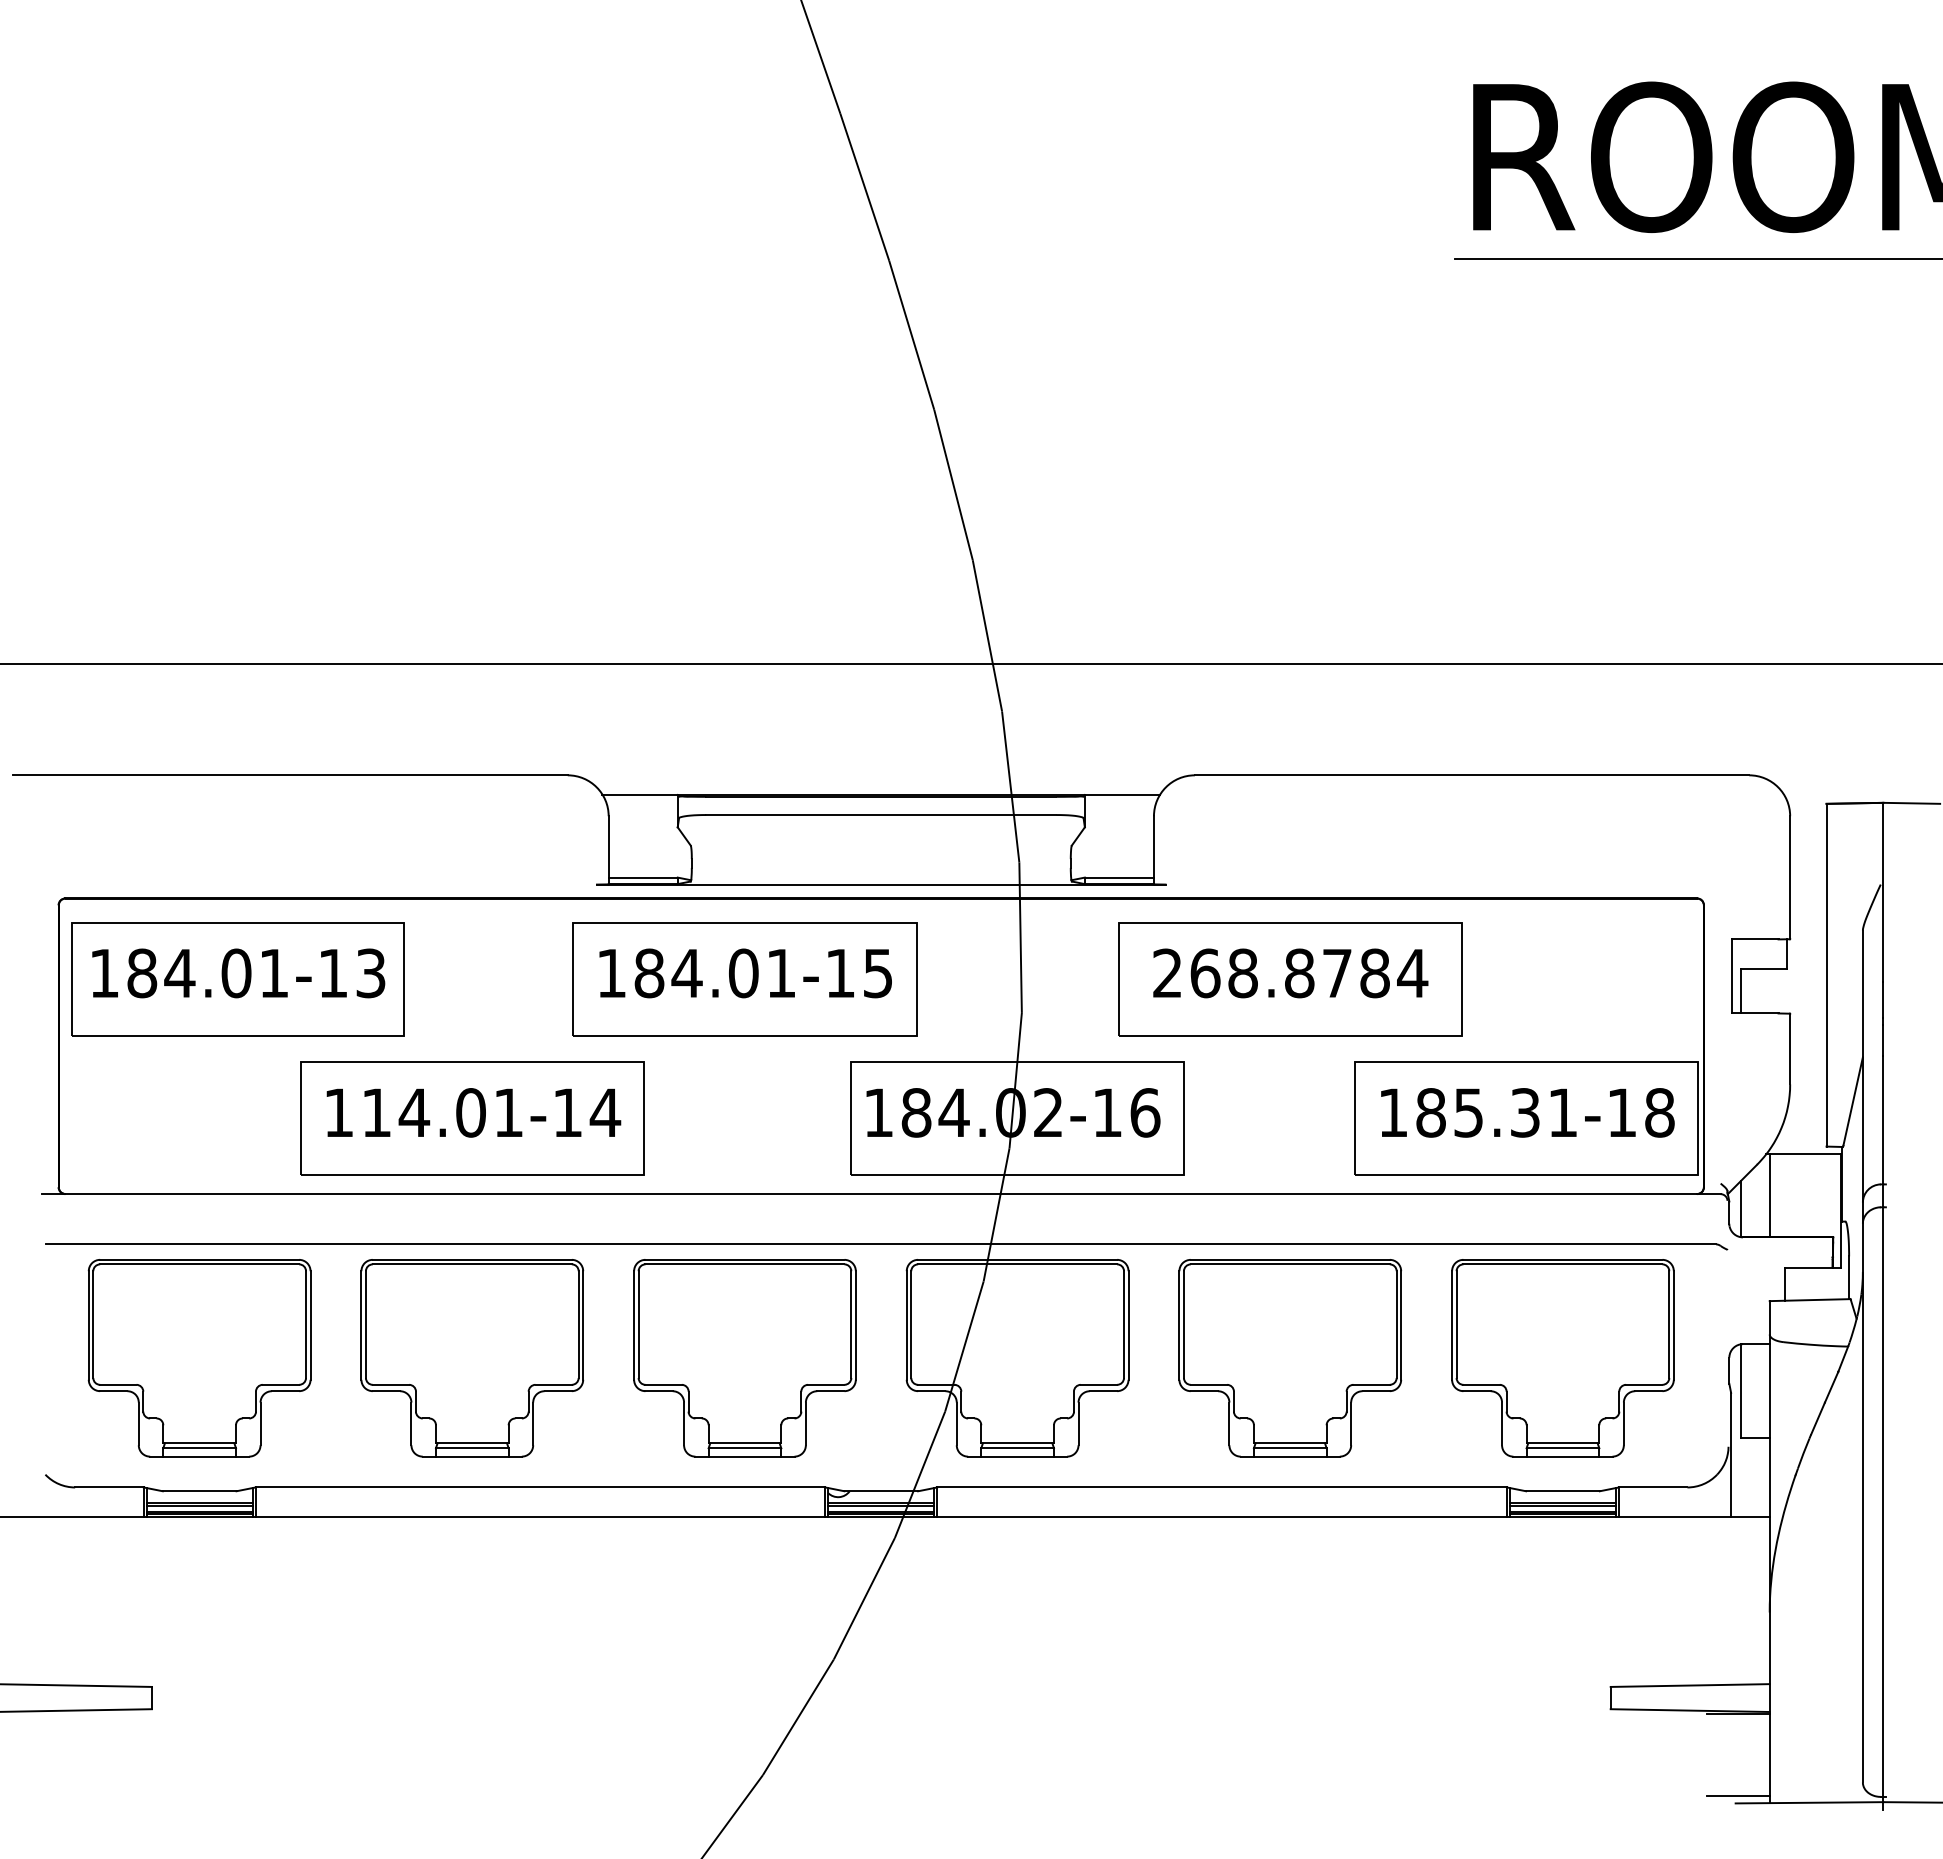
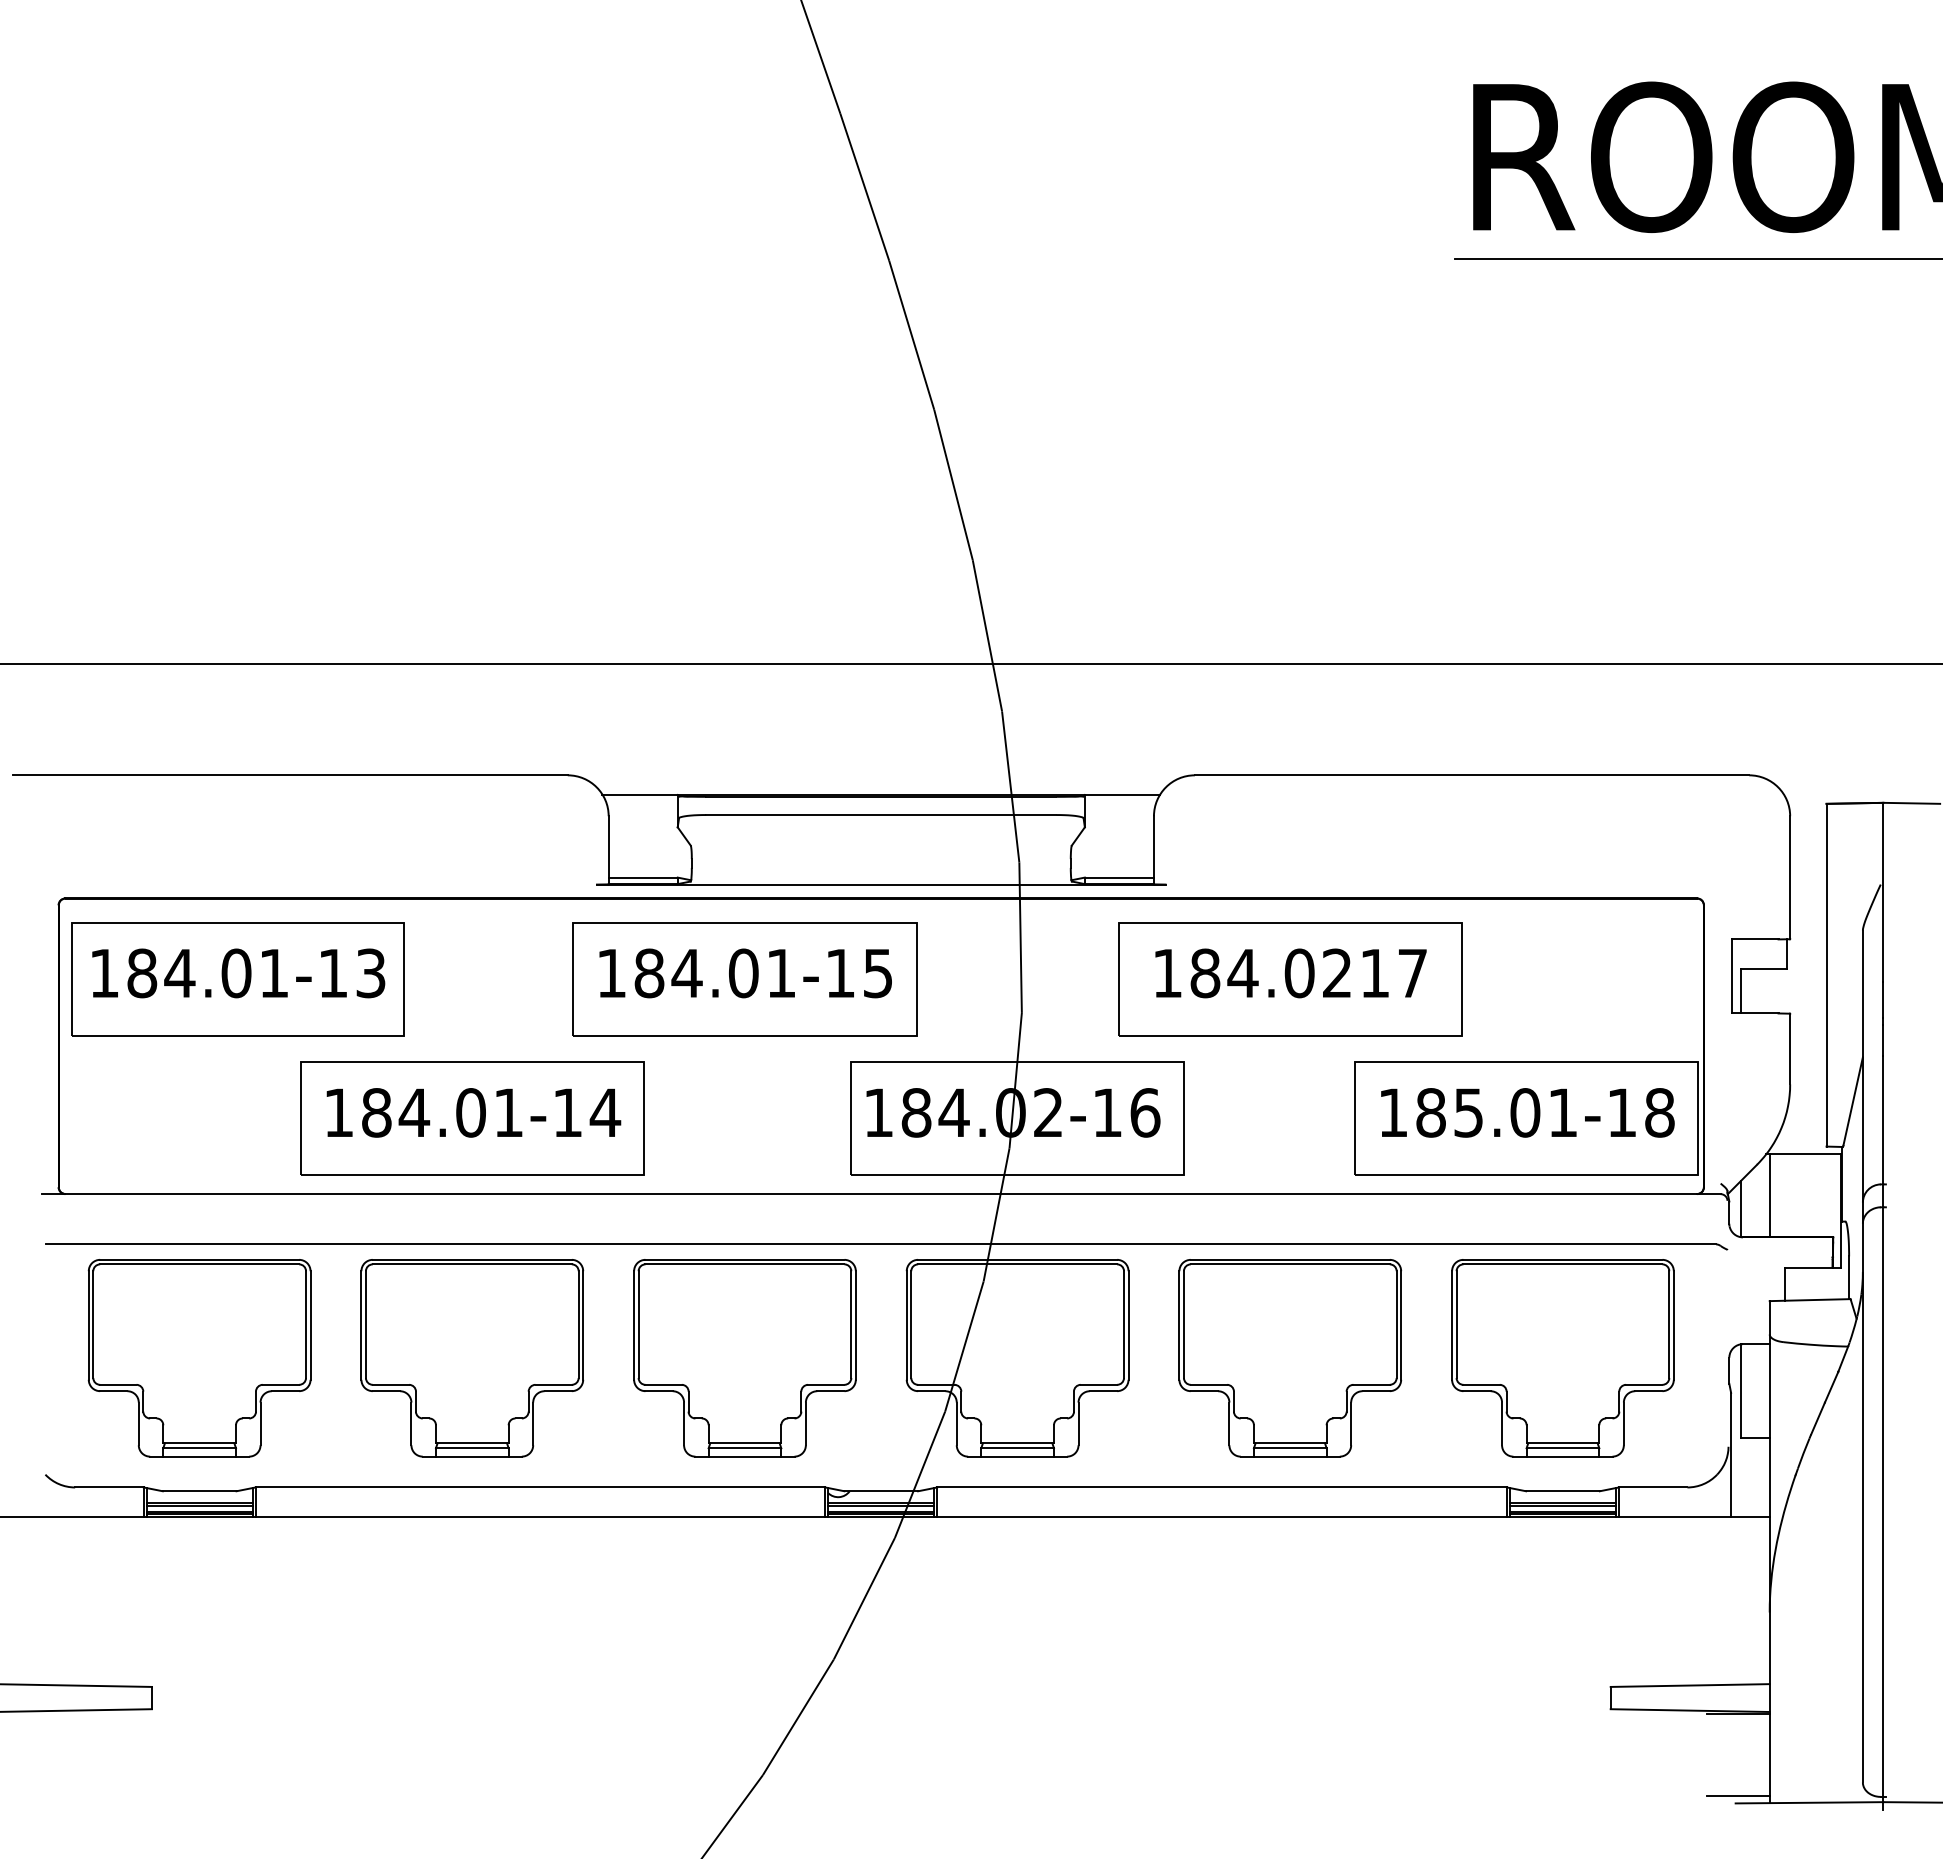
text at (1290, 973): 268.8784 -> 184.0217
text at (376, 1112): 114.01-14 -> 184.01-14
text at (1525, 1112): 185.31-18 -> 185.01-18
